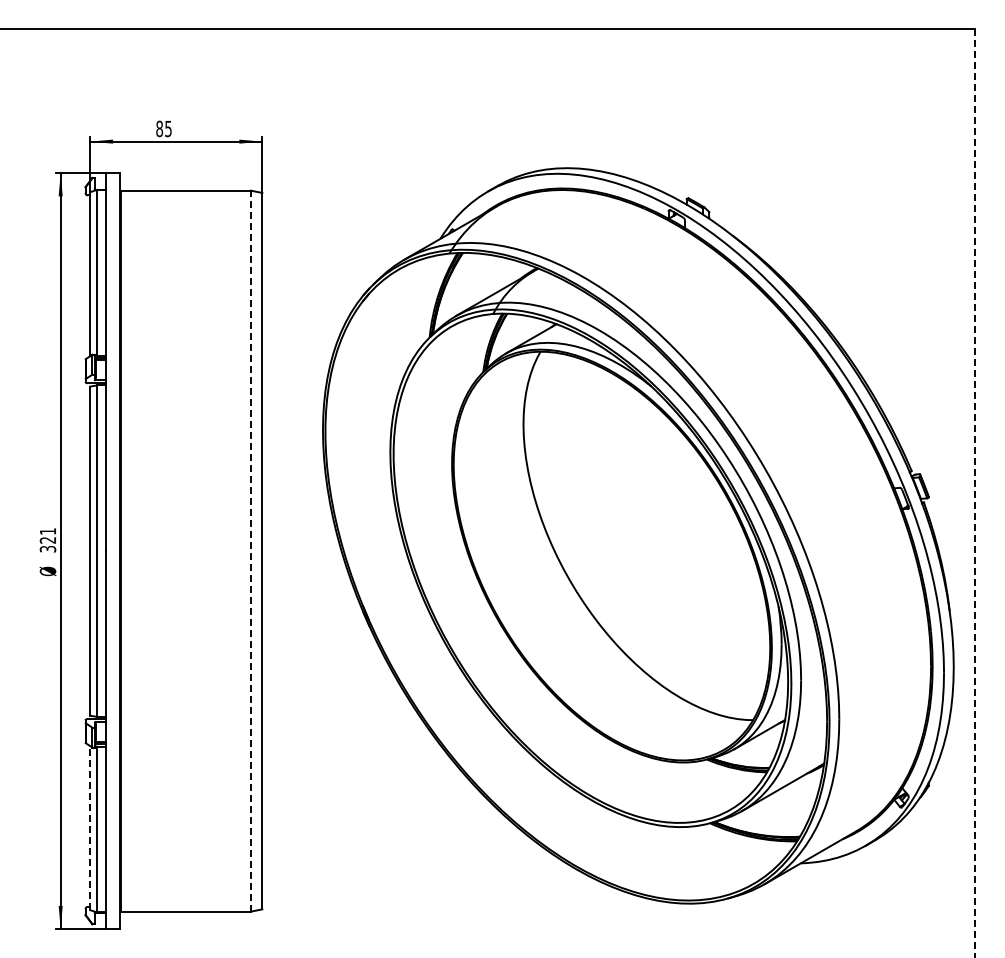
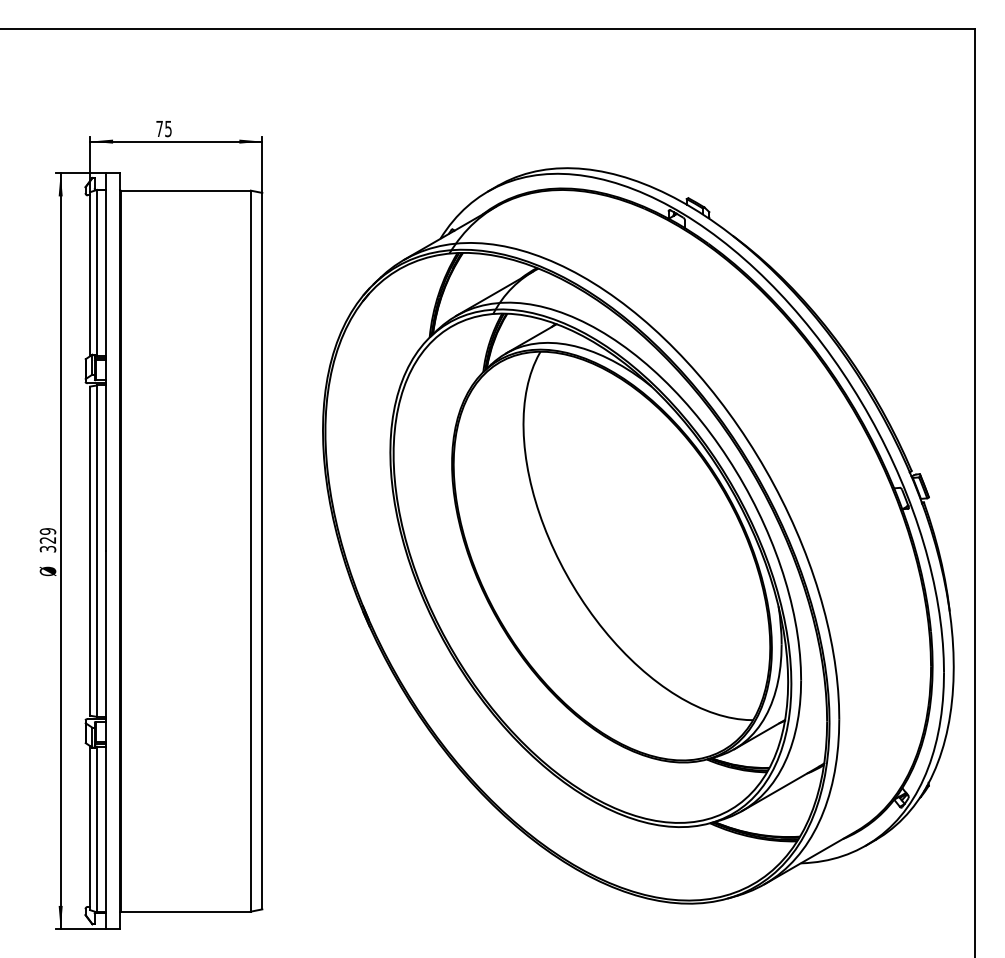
text at (159, 128): 85 -> 75
line at (974, 493): dashed -> solid
text at (47, 531): 321 -> 329
line at (250, 551): dashed -> solid
line at (90, 827): dashed -> solid
